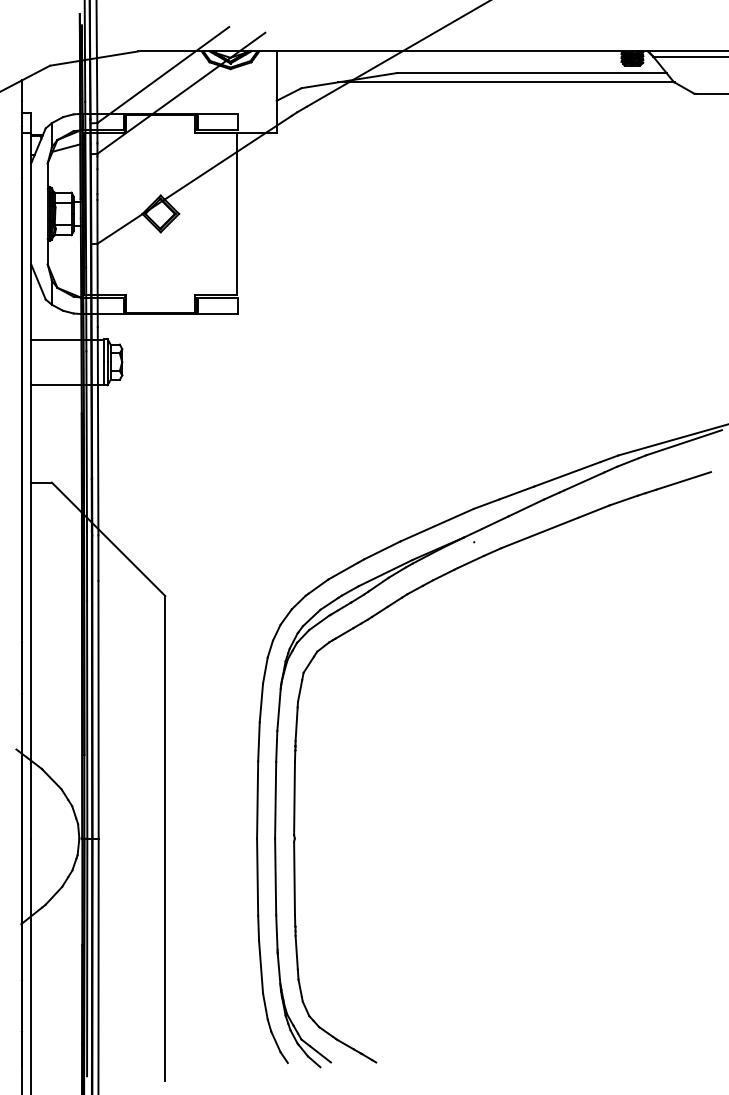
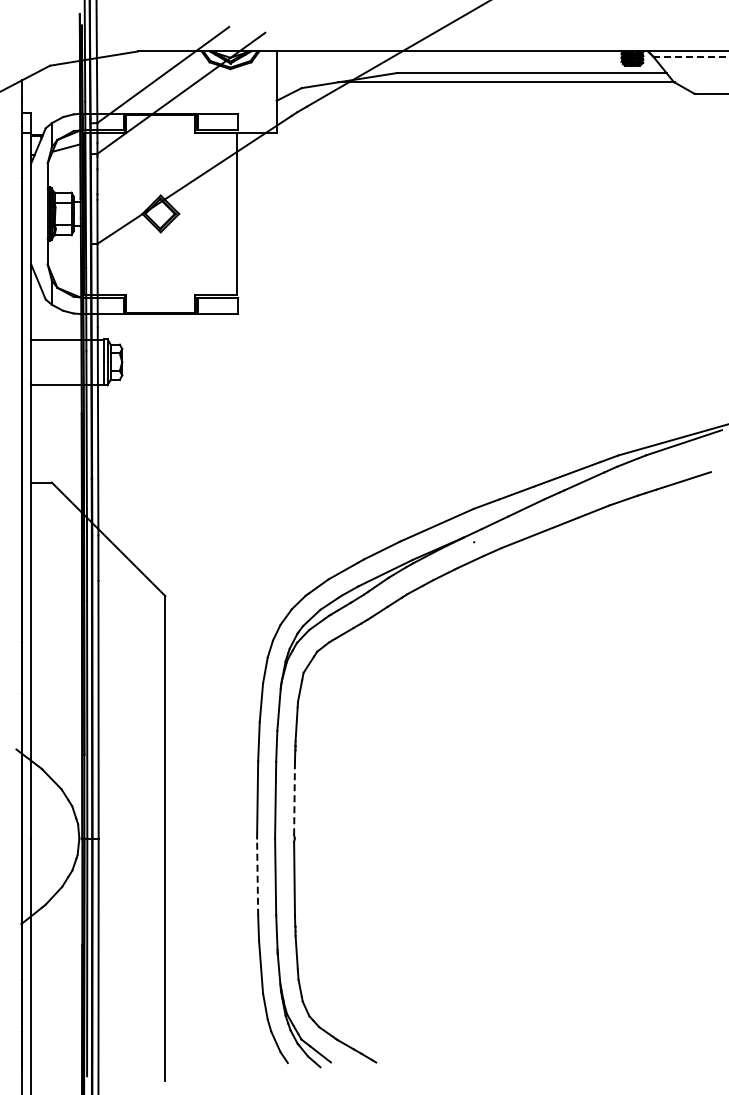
line at (691, 56): solid -> dashed
line at (294, 799): solid -> dashed
line at (257, 877): solid -> dashed
